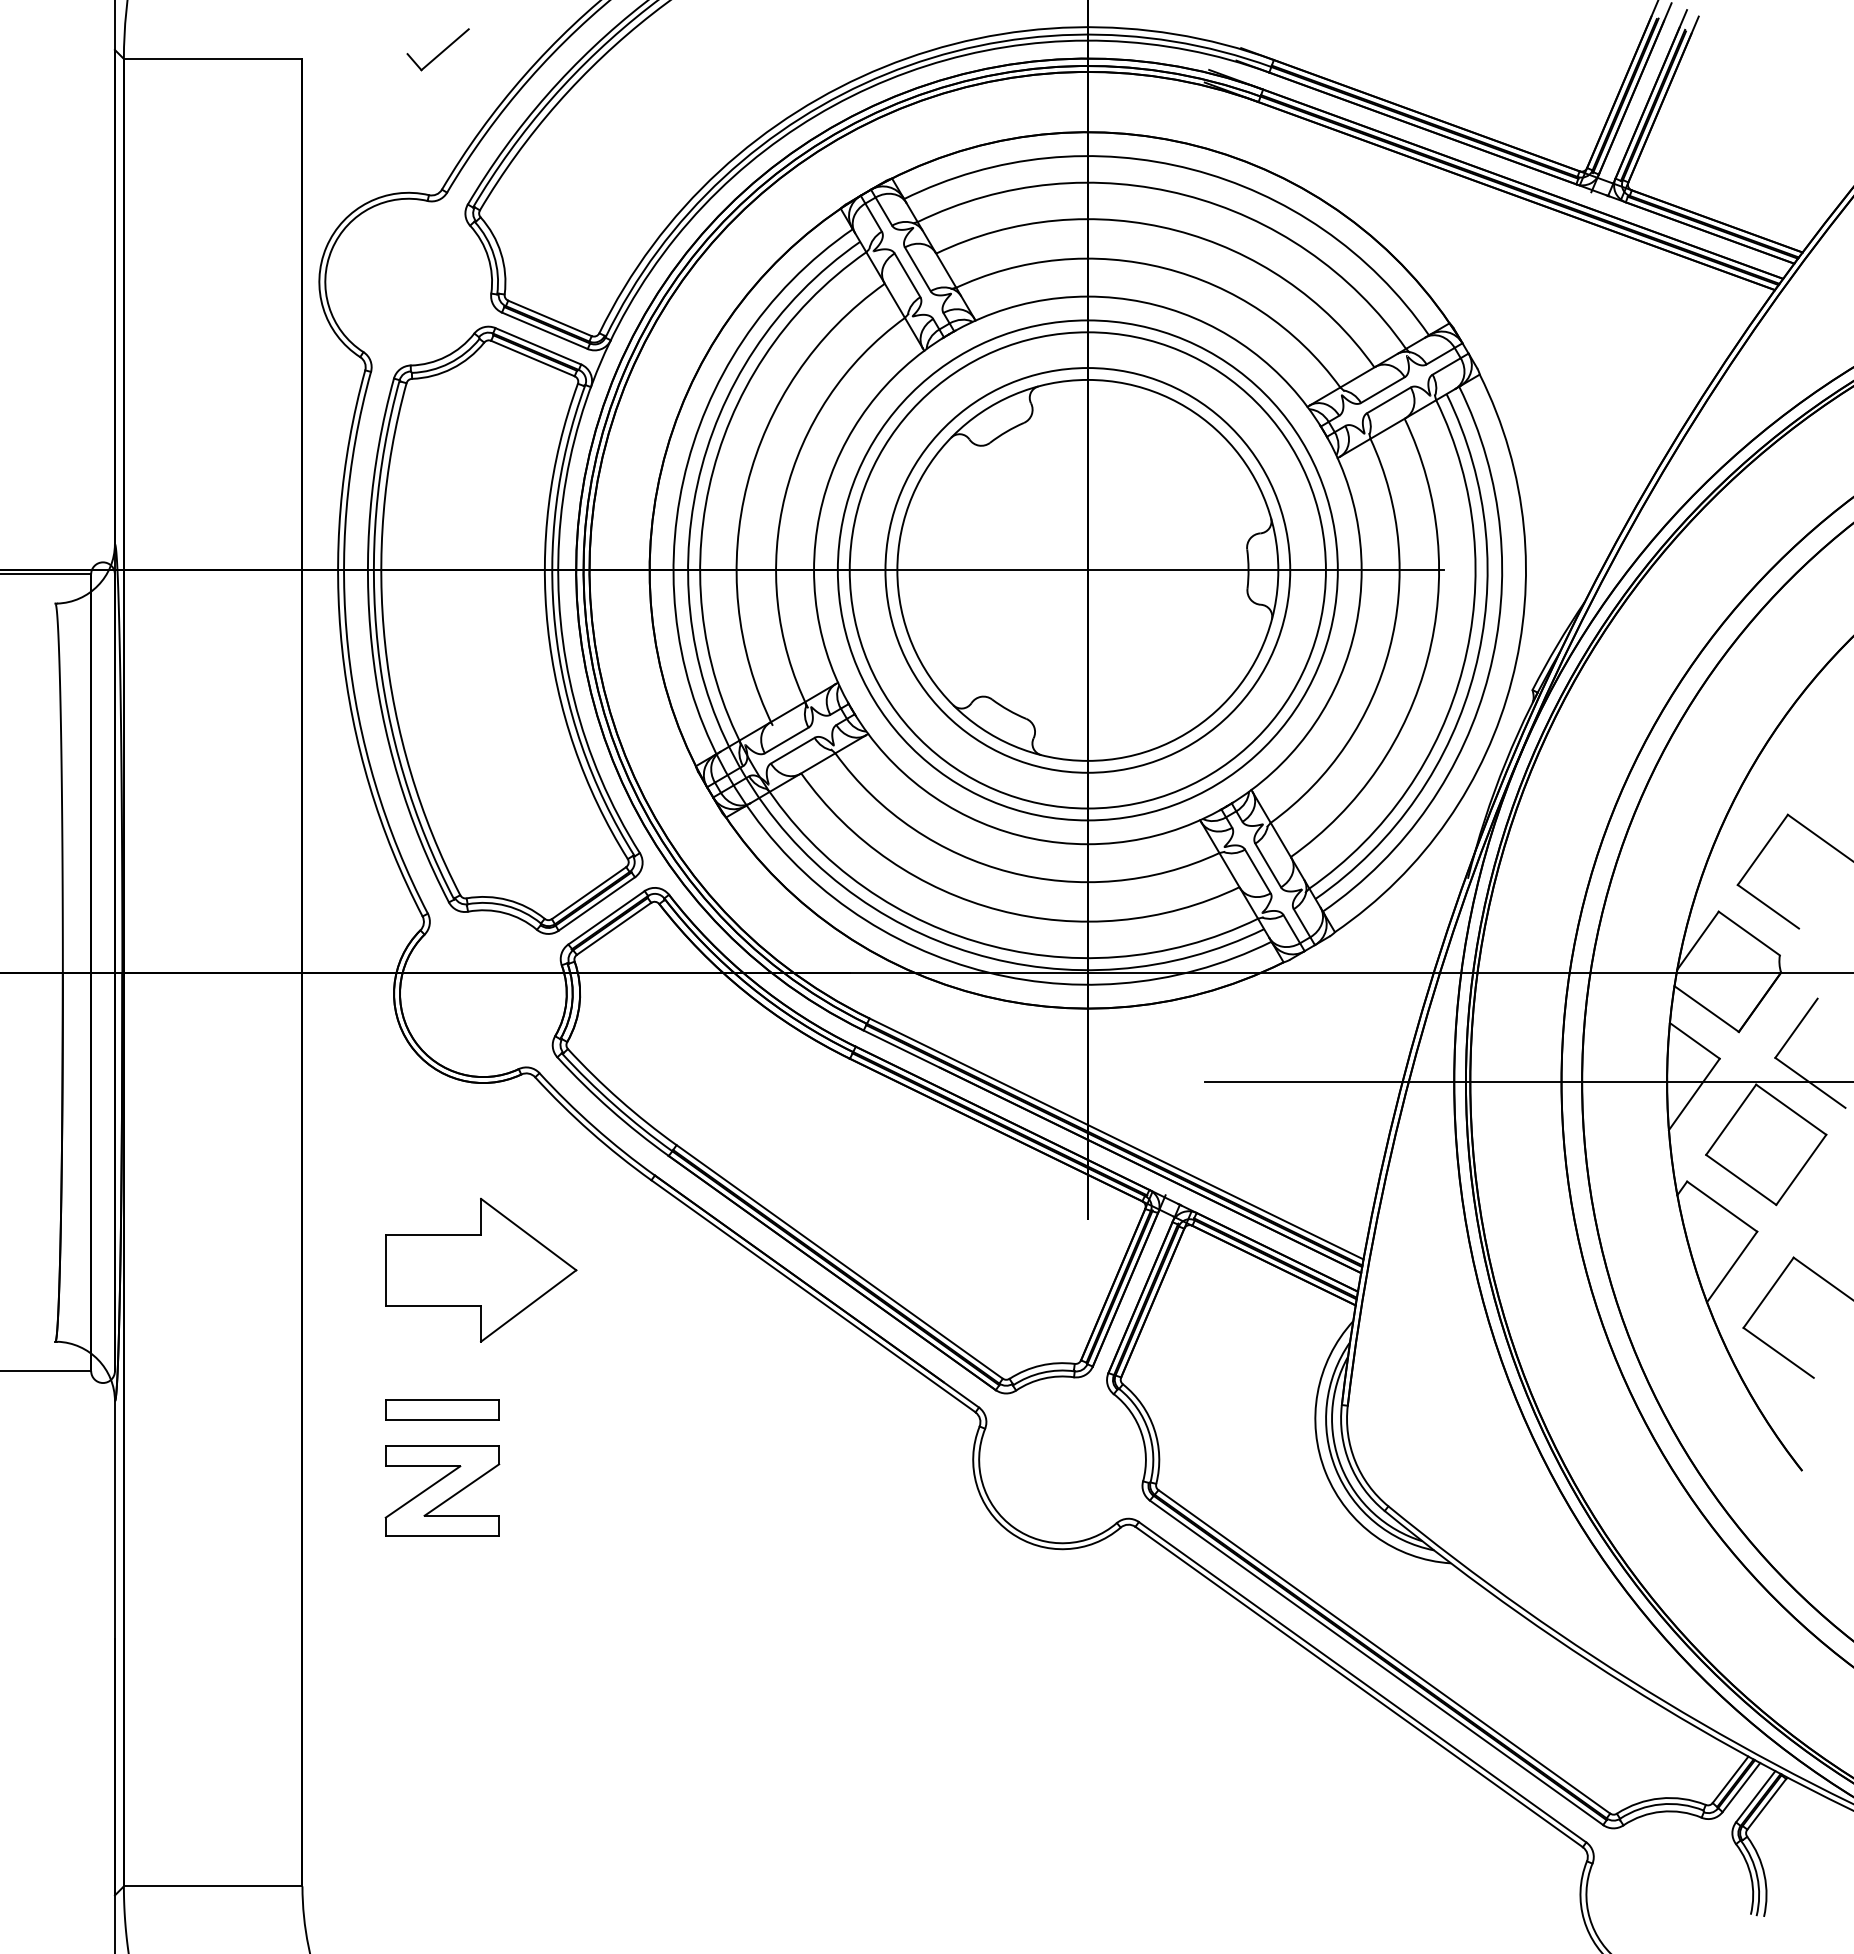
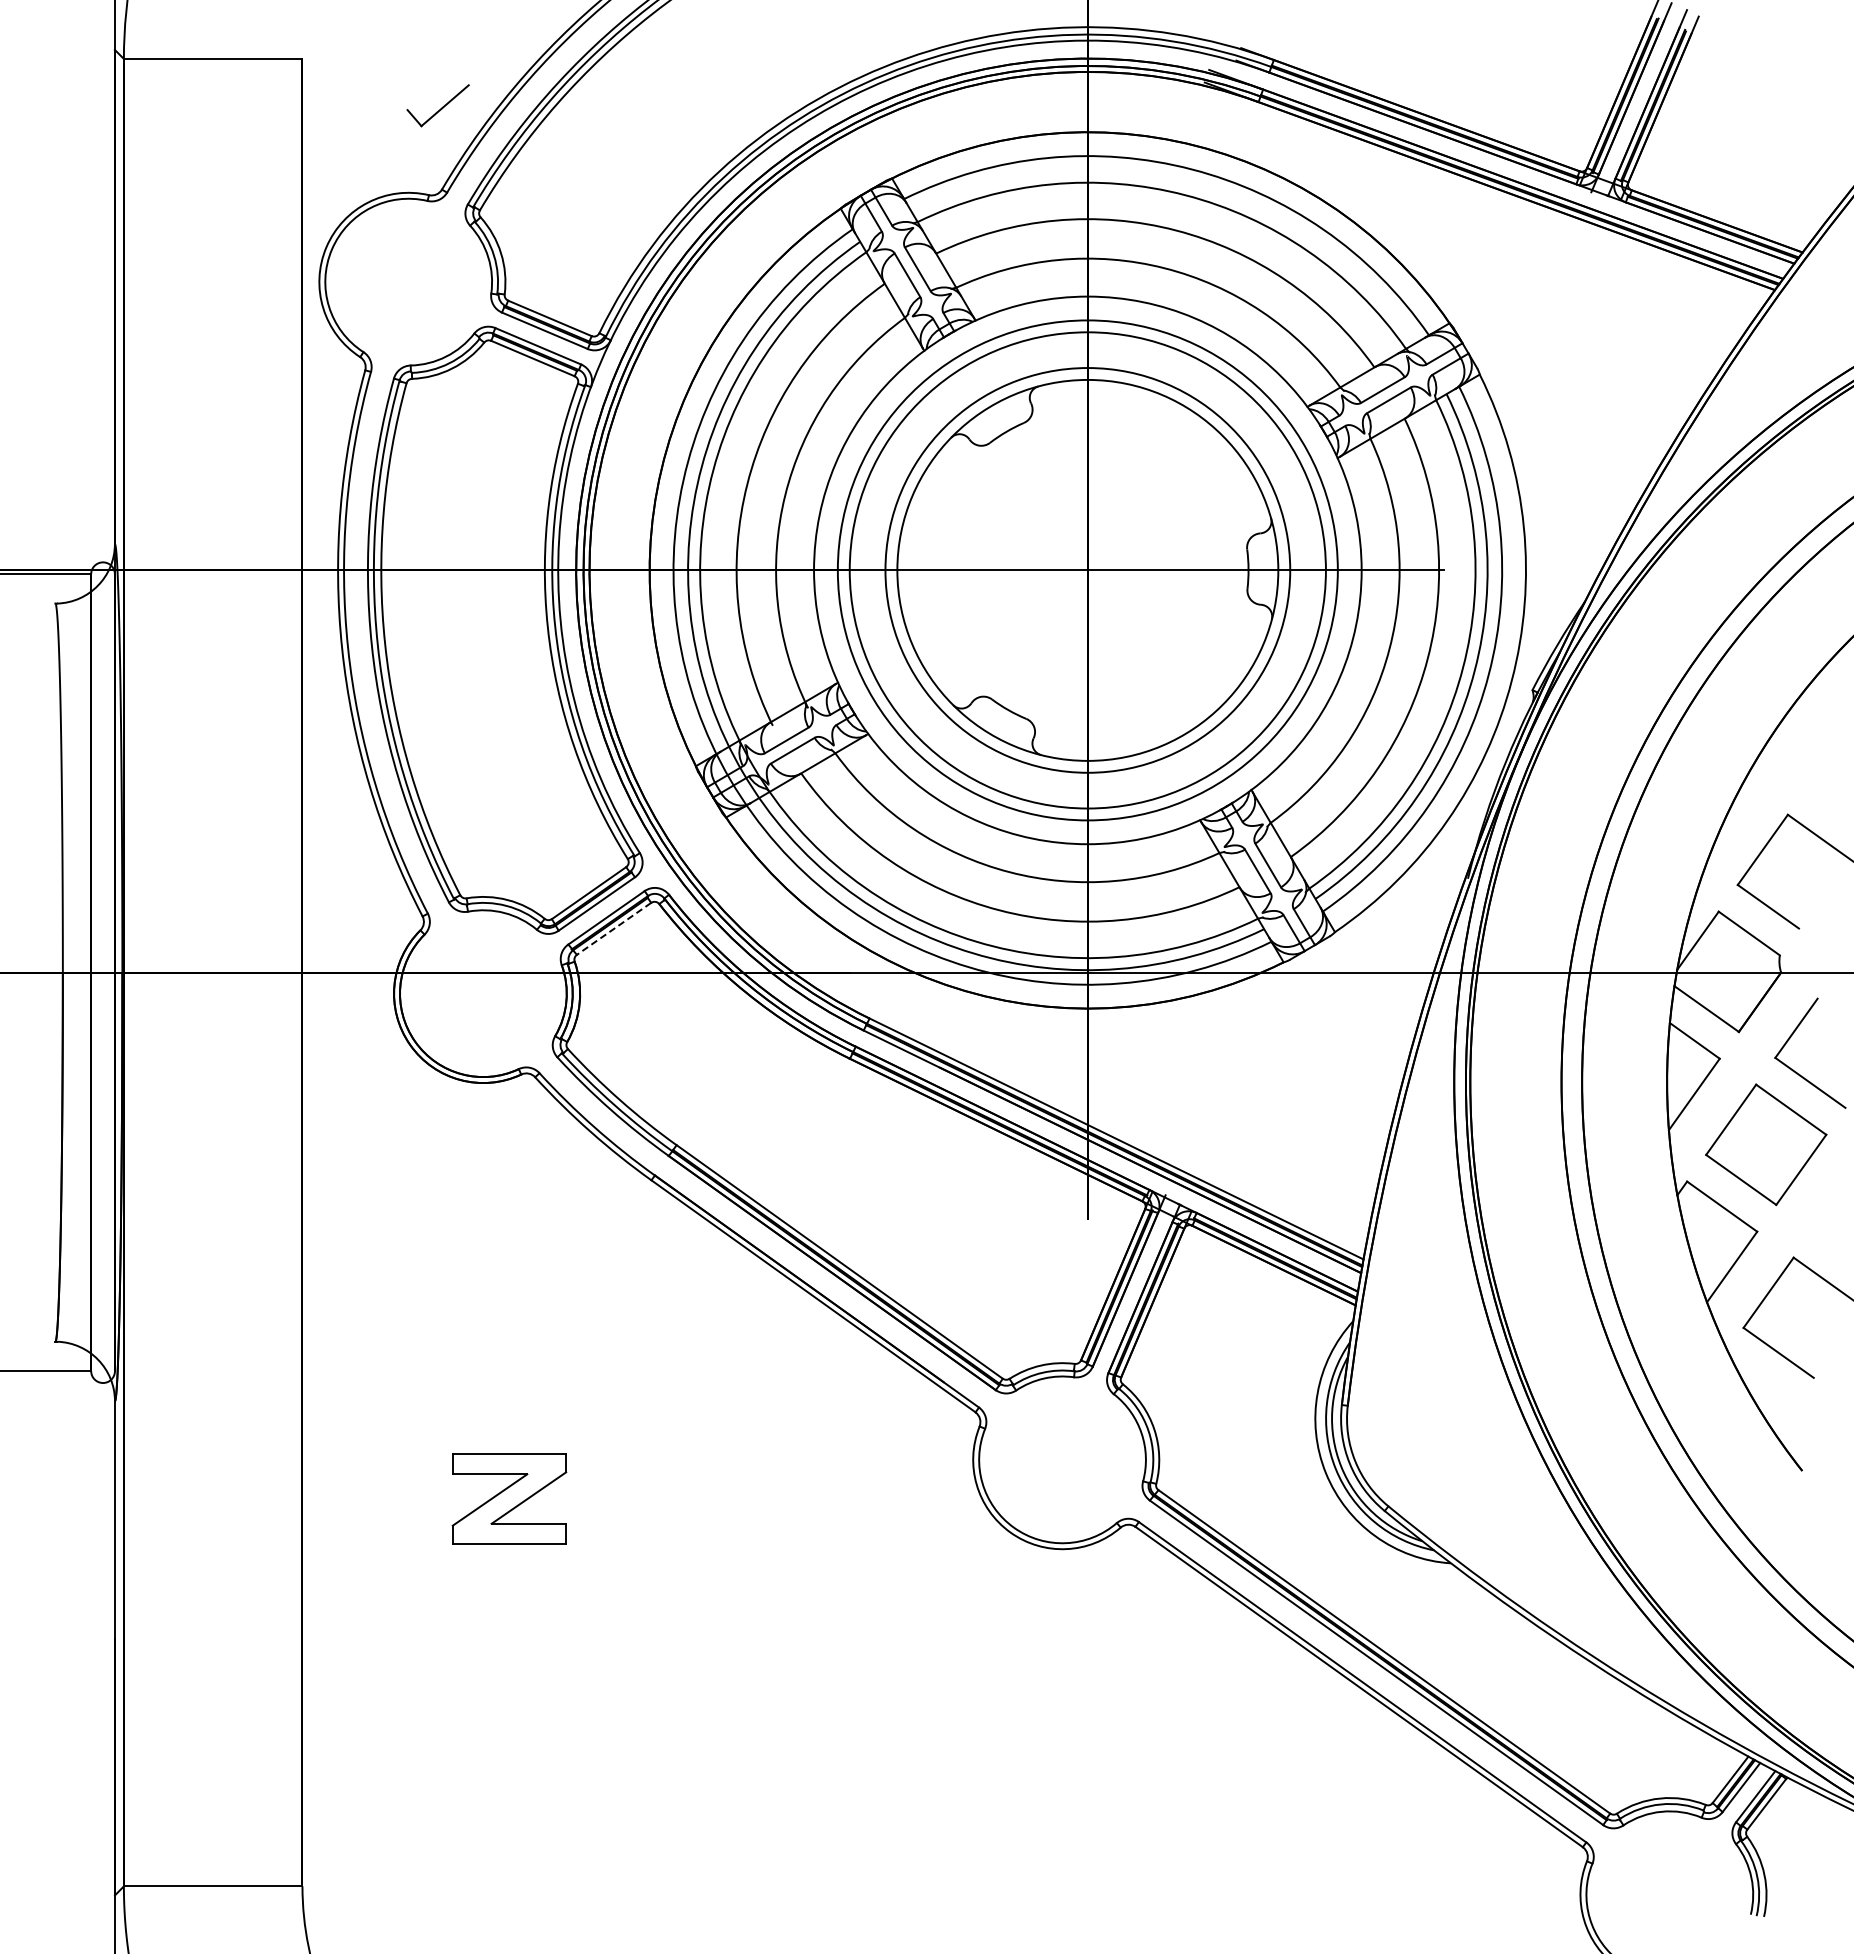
part at (437, 49) position: (437, 49) -> (437, 105)
line at (613, 929): solid -> dashed
line at (1527, 1082): present -> none
part at (481, 1269): present -> none
part at (442, 1409): present -> none
part at (442, 1490) position: (442, 1490) -> (509, 1498)
